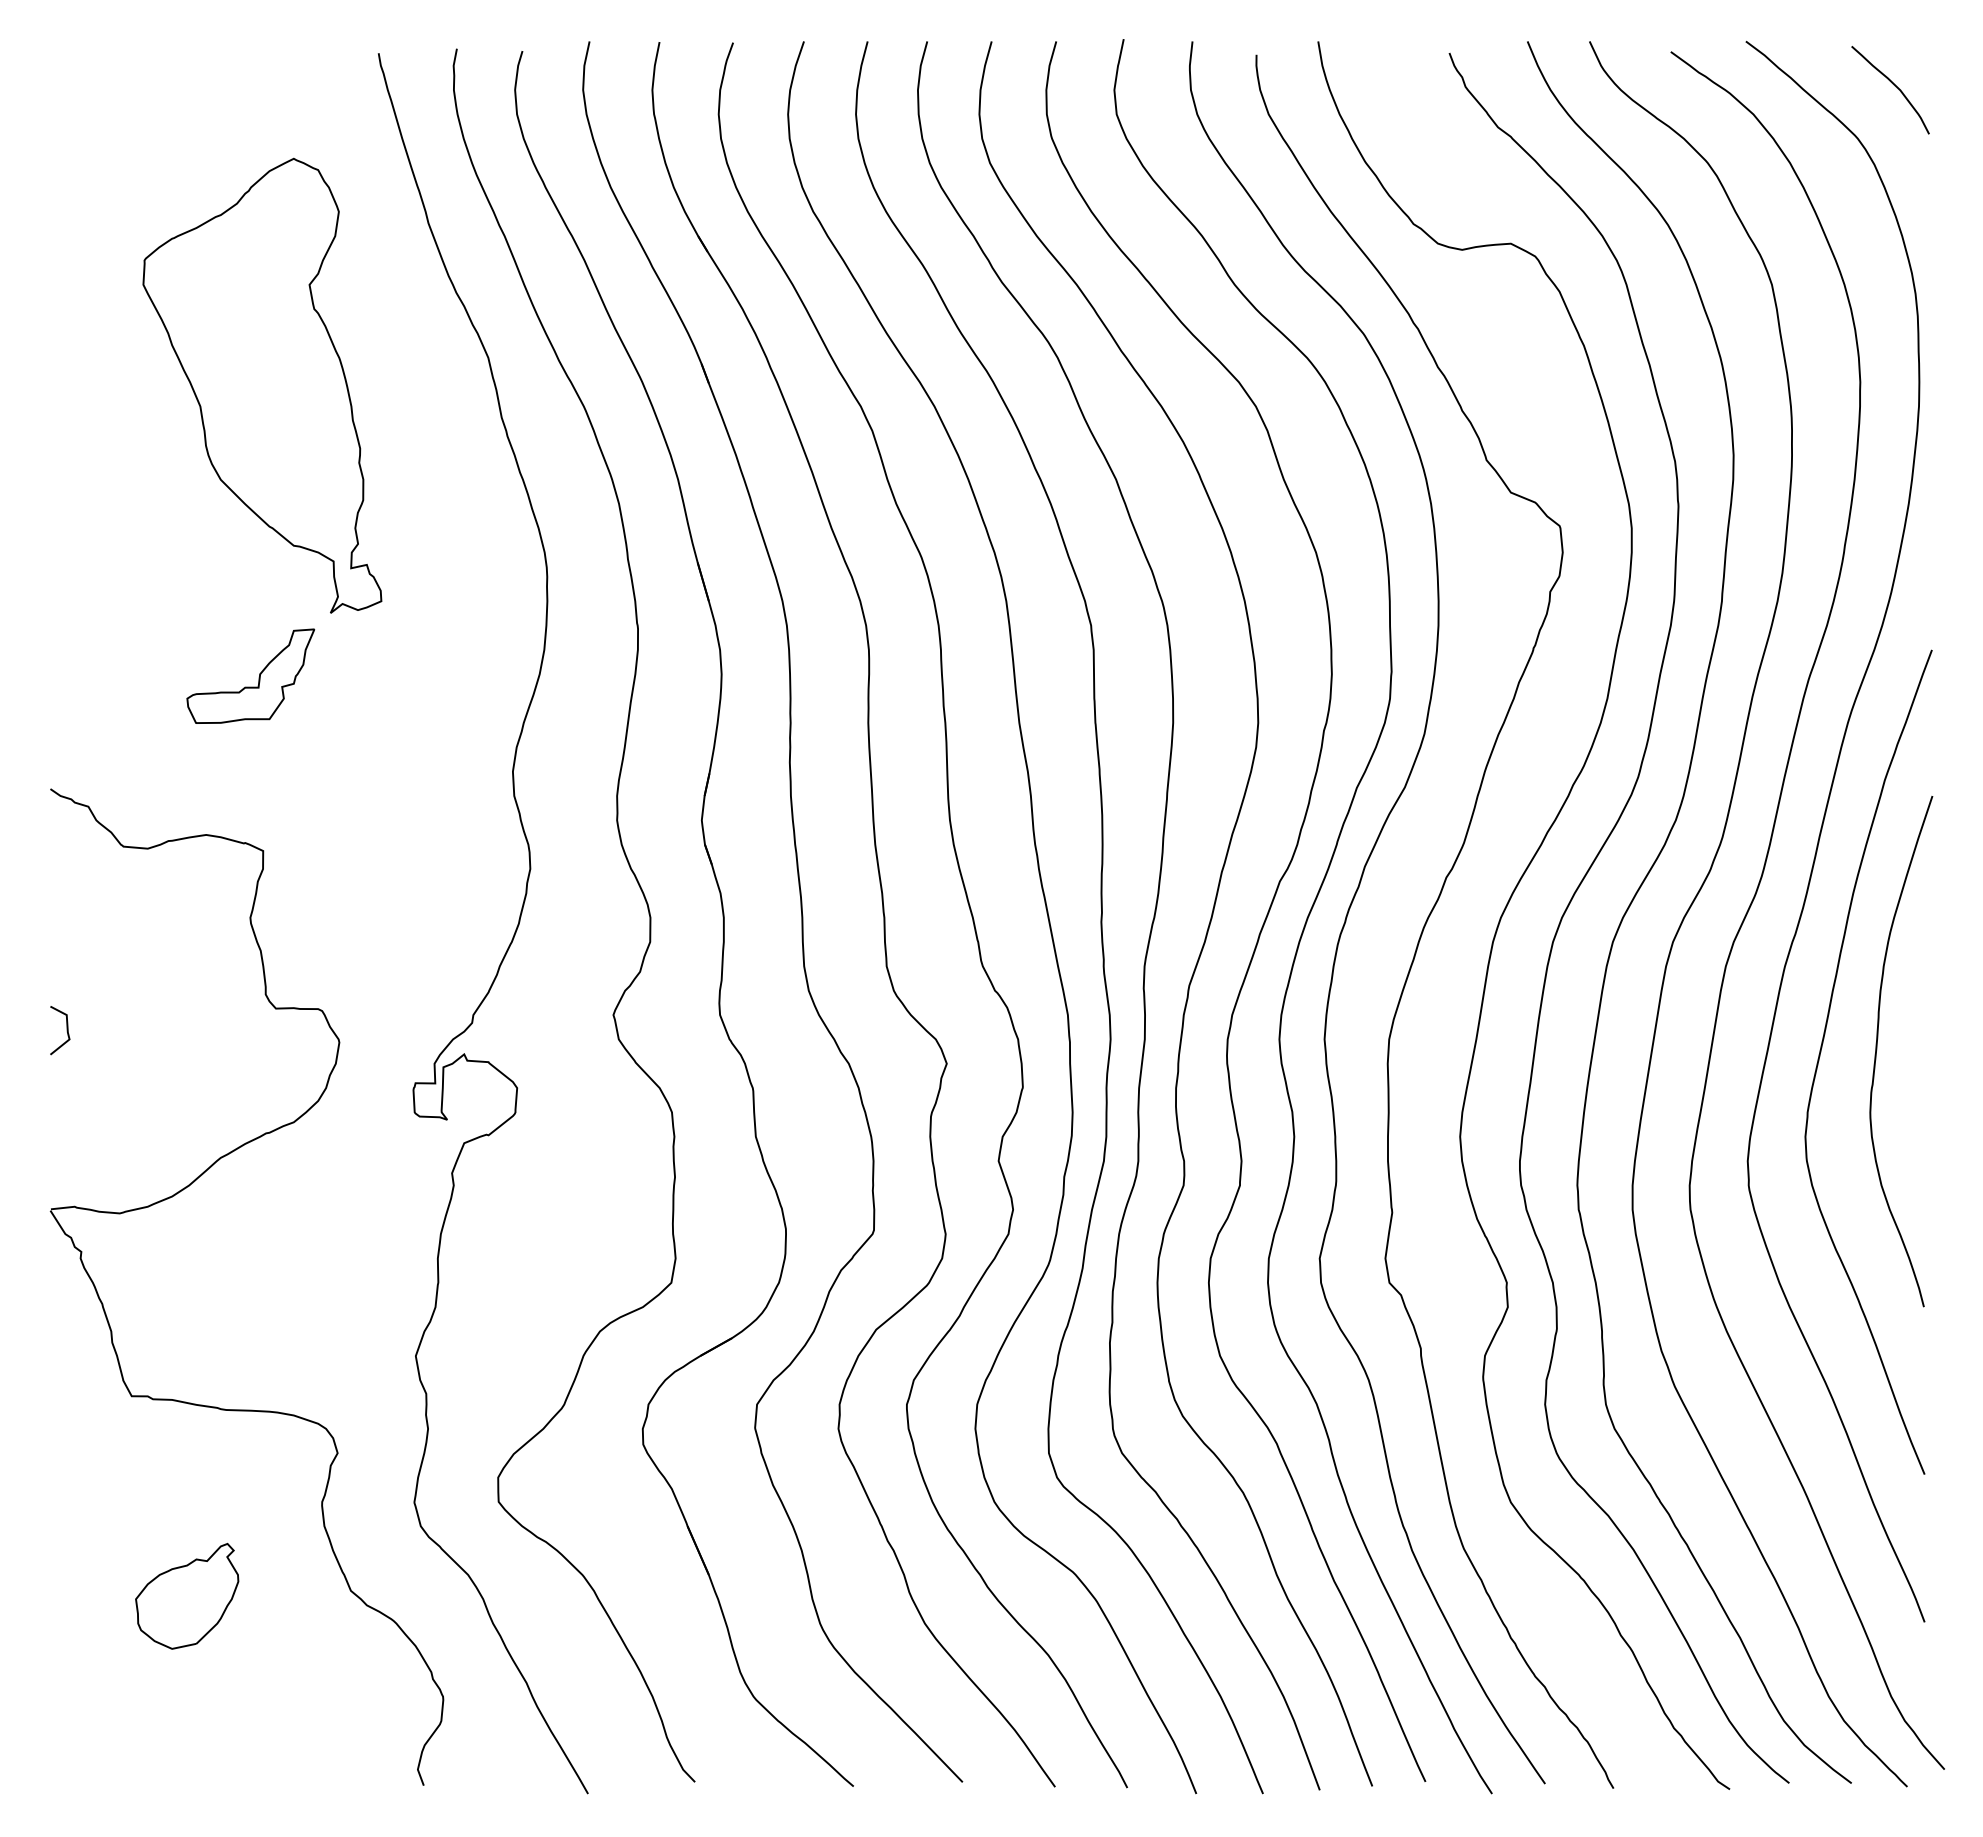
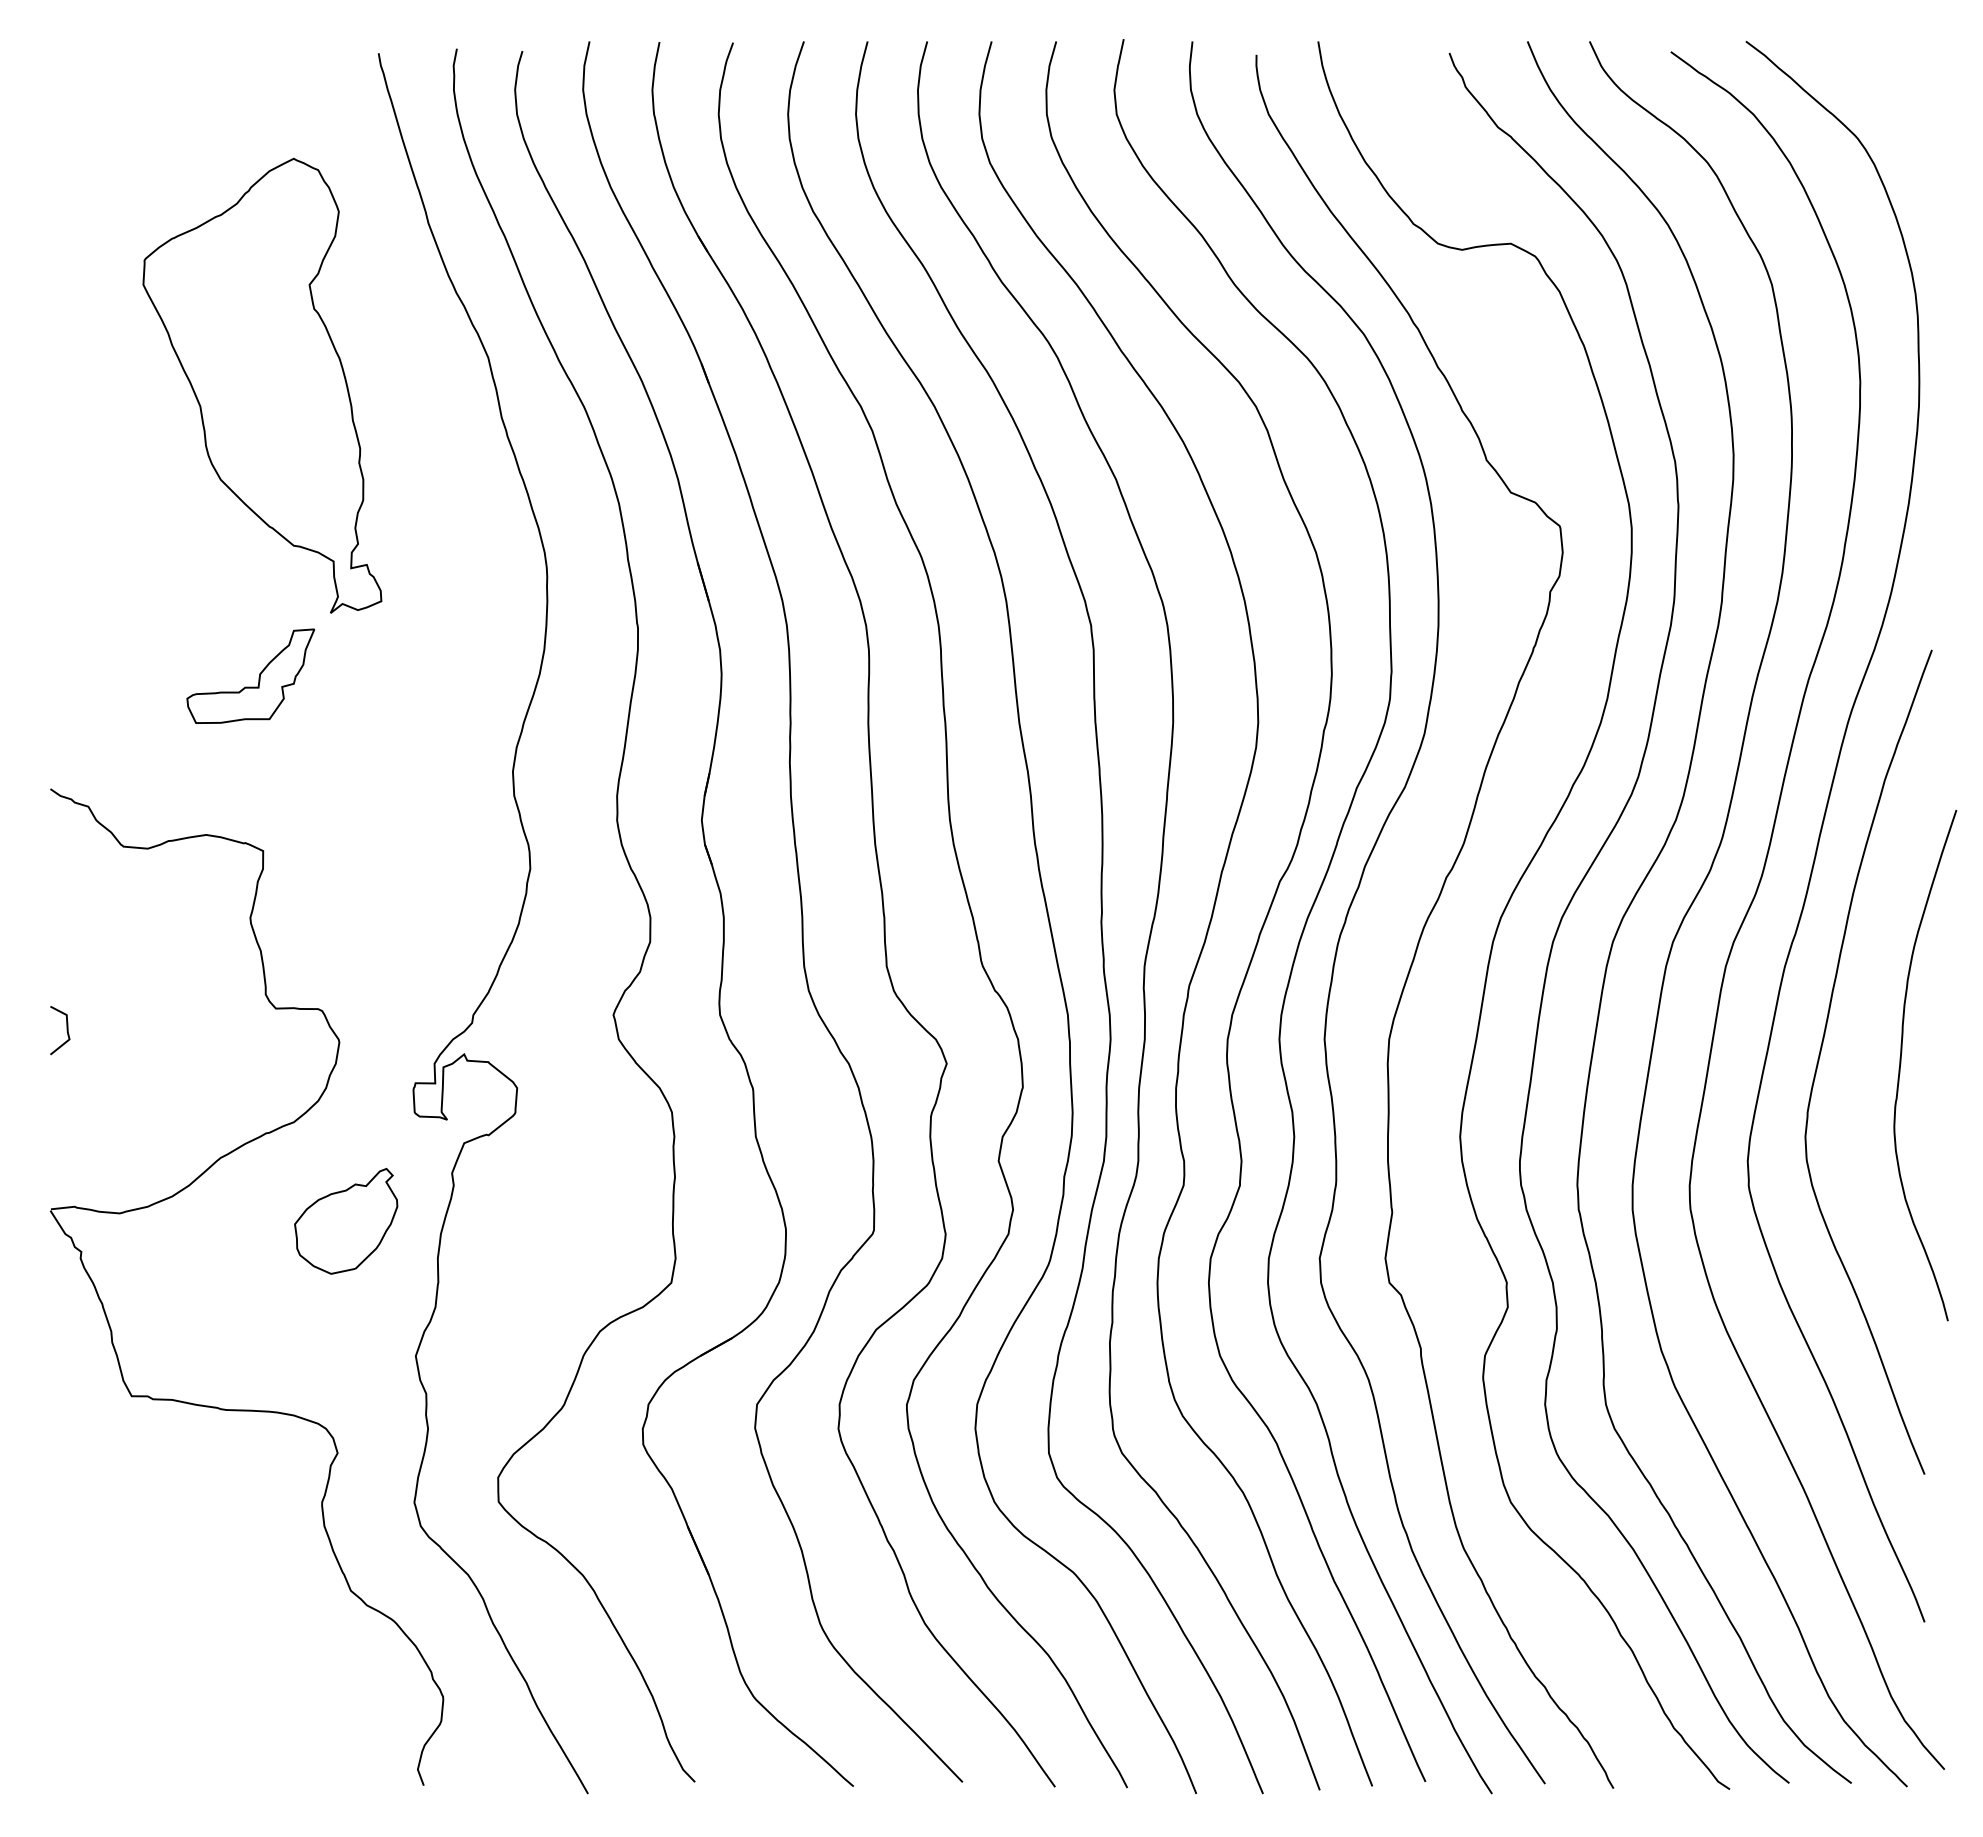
curve at (1894, 86): present -> none
curve at (1877, 1050) position: (1877, 1050) -> (1901, 1064)
part at (187, 1596) position: (187, 1596) -> (346, 1221)
